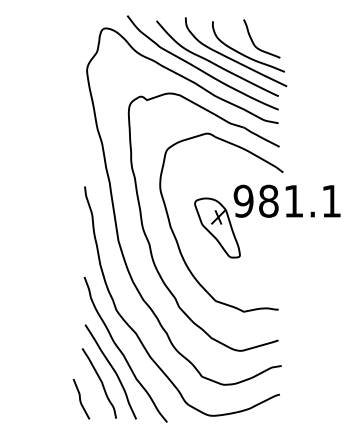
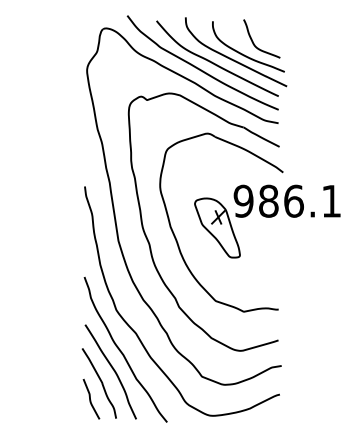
text at (293, 200): 981.1 -> 986.1
curve at (80, 398) position: (80, 398) -> (90, 398)
